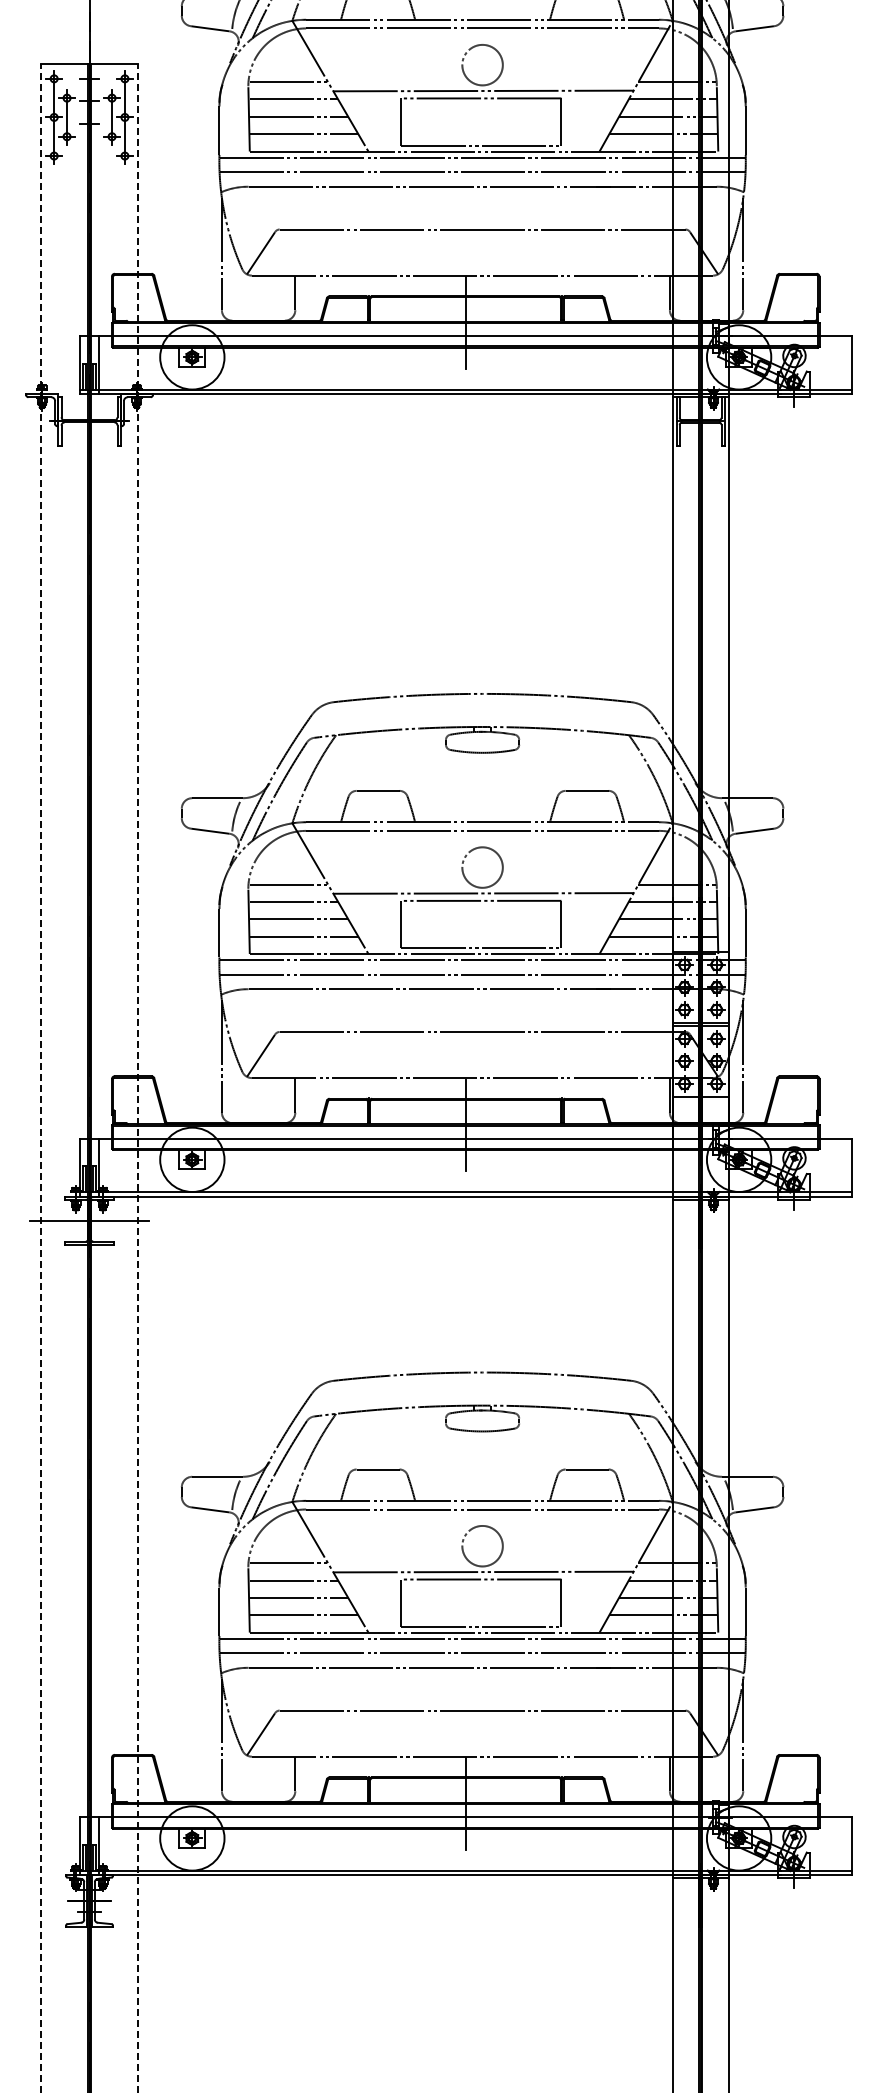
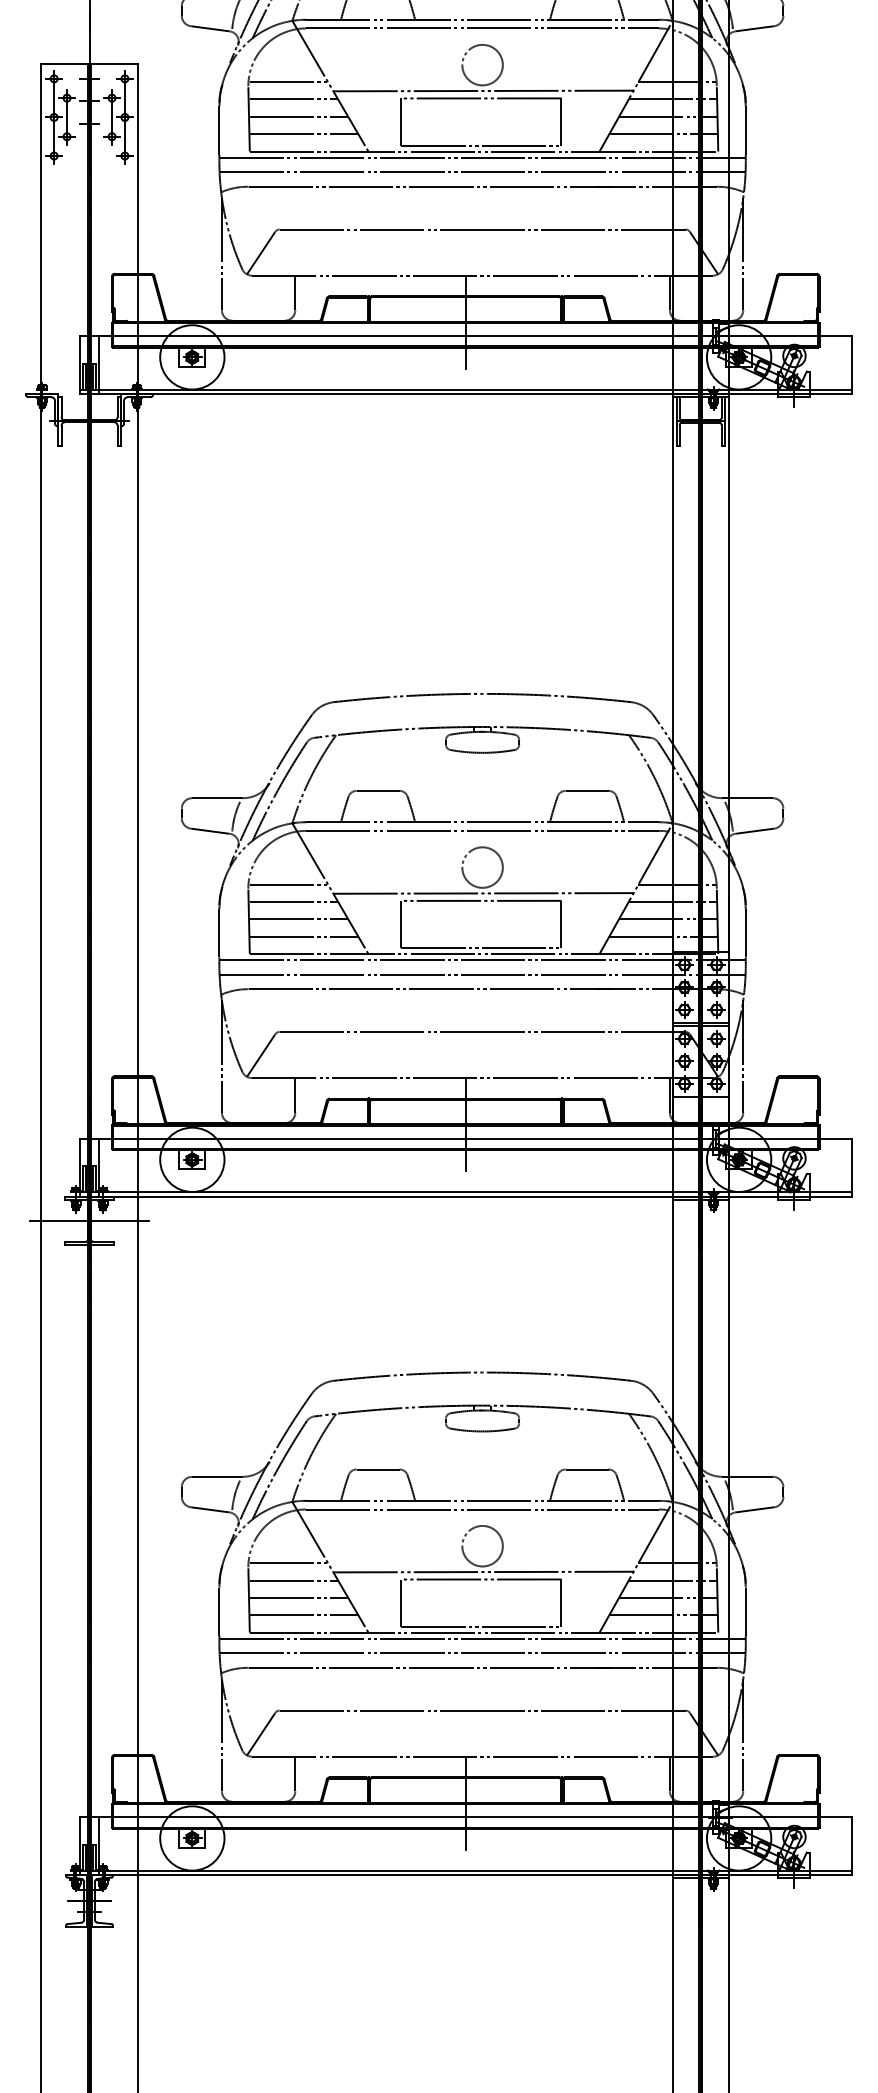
line at (41, 1078): dashed -> solid
line at (137, 1078): dashed -> solid
